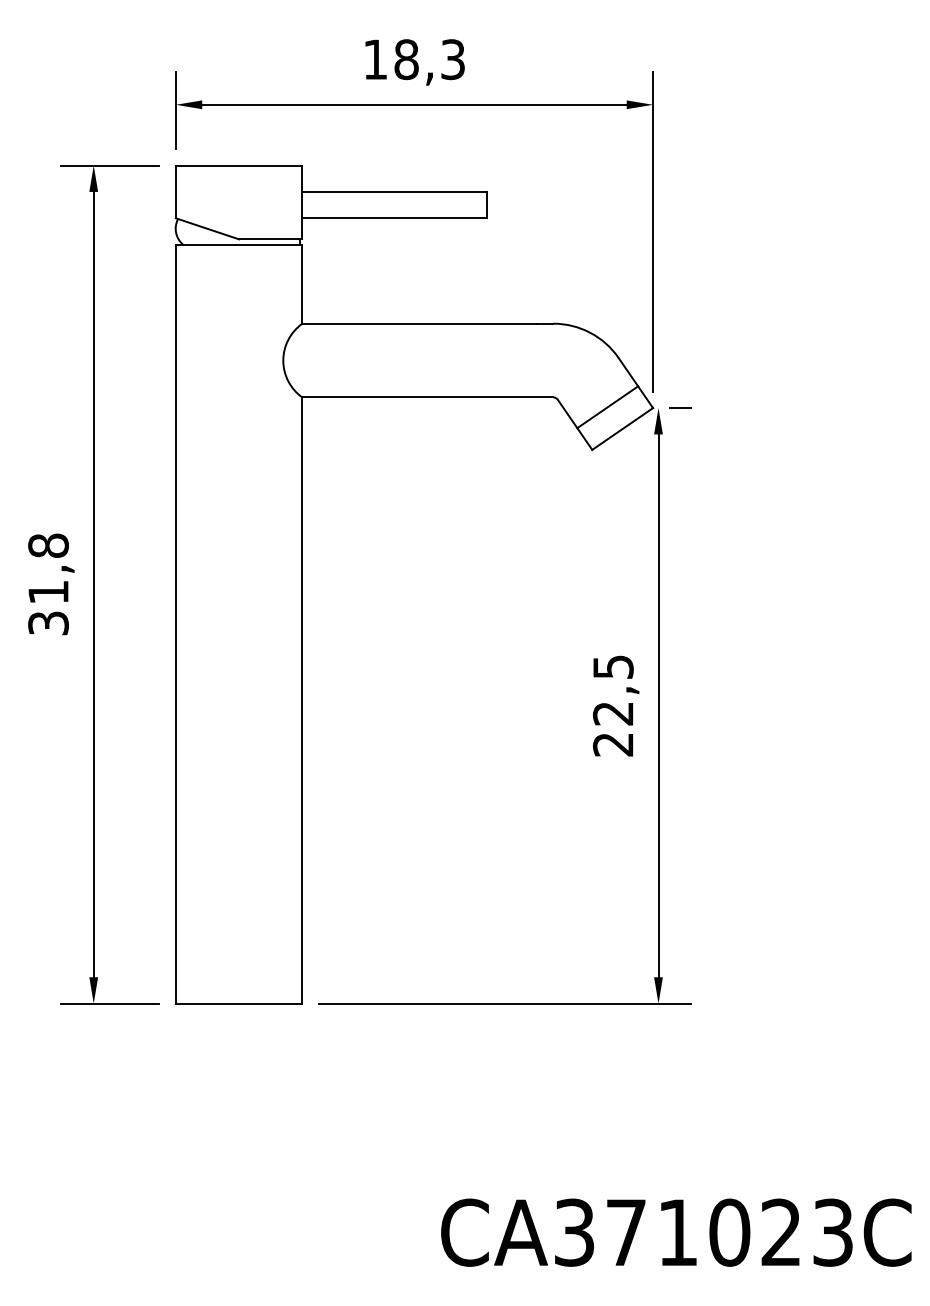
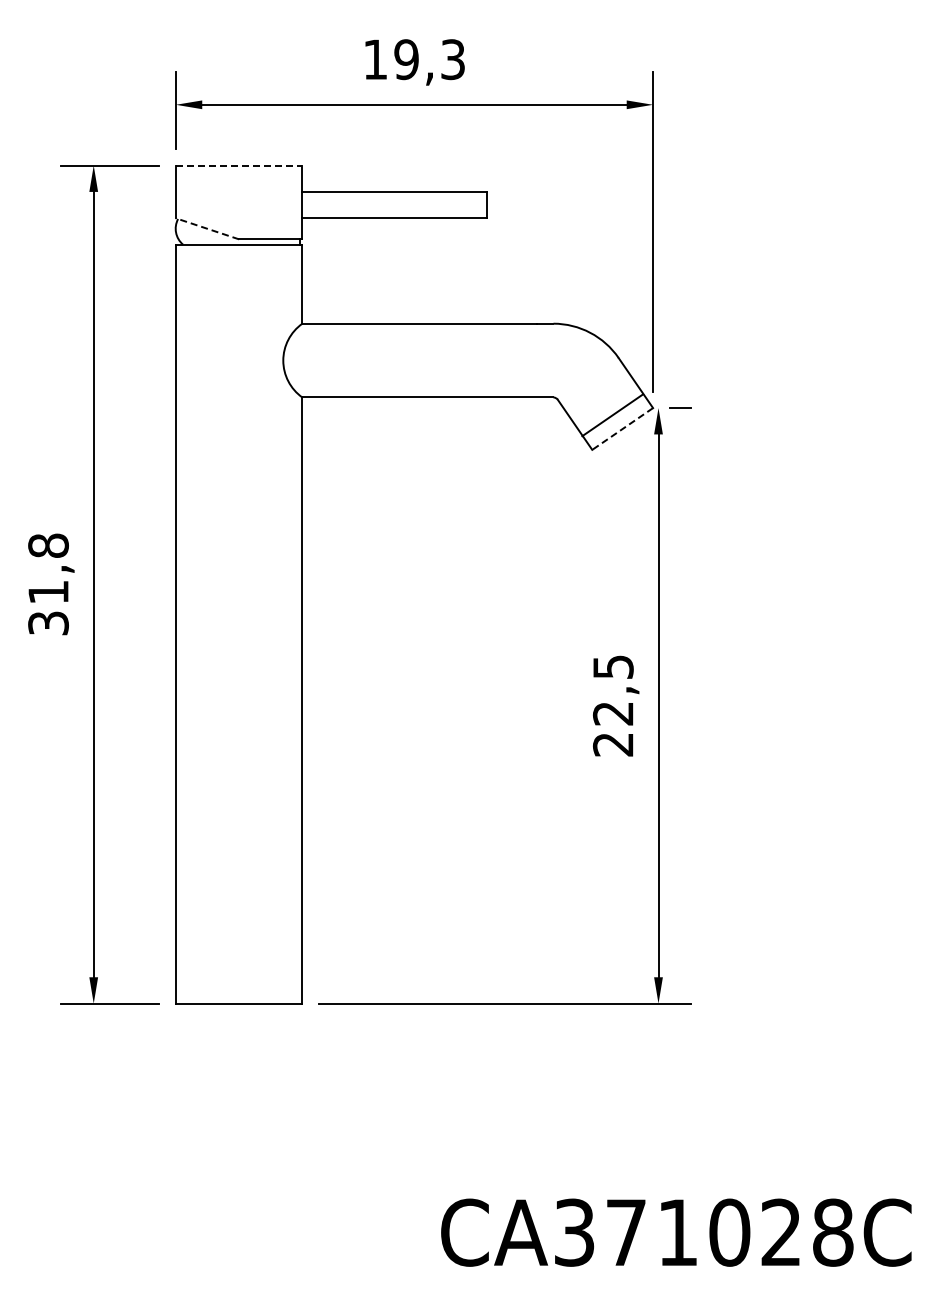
text at (406, 59): 18,3 -> 19,3
line at (239, 165): solid -> dashed
line at (207, 228): solid -> dashed
line at (607, 407) position: (607, 407) -> (612, 415)
line at (622, 428): solid -> dashed
text at (833, 1232): CA371023C -> CA371028C
